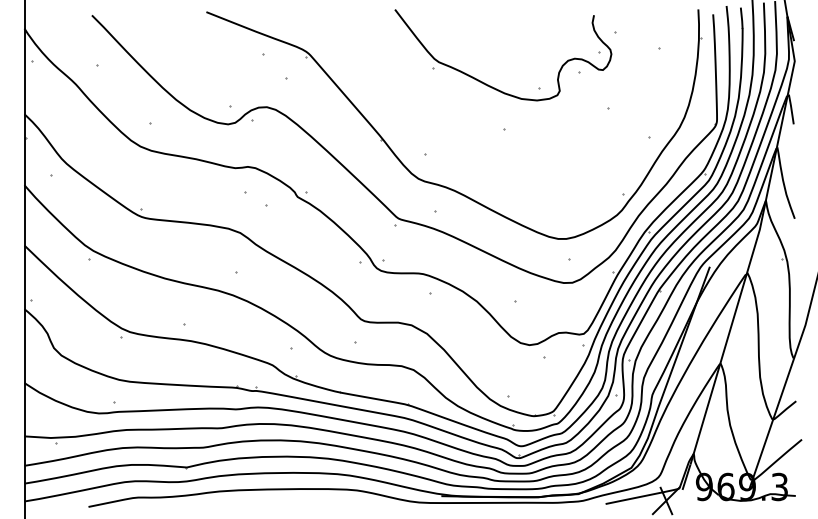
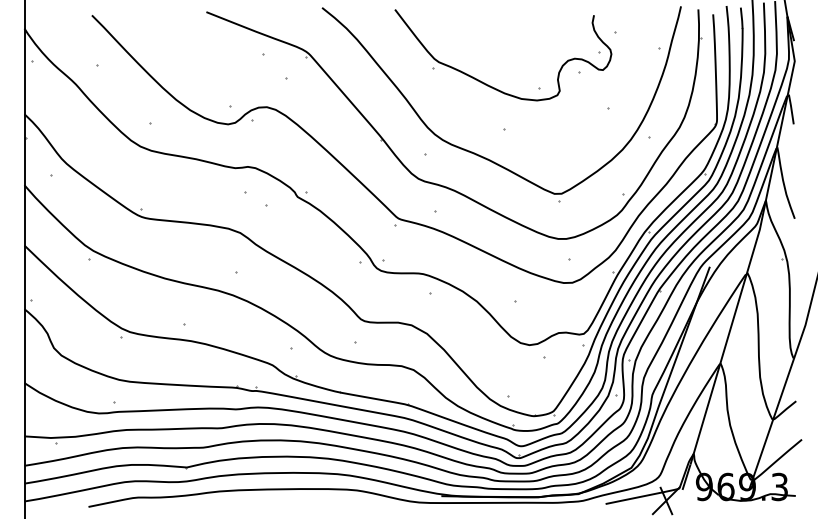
part at (479, 154): none -> present
